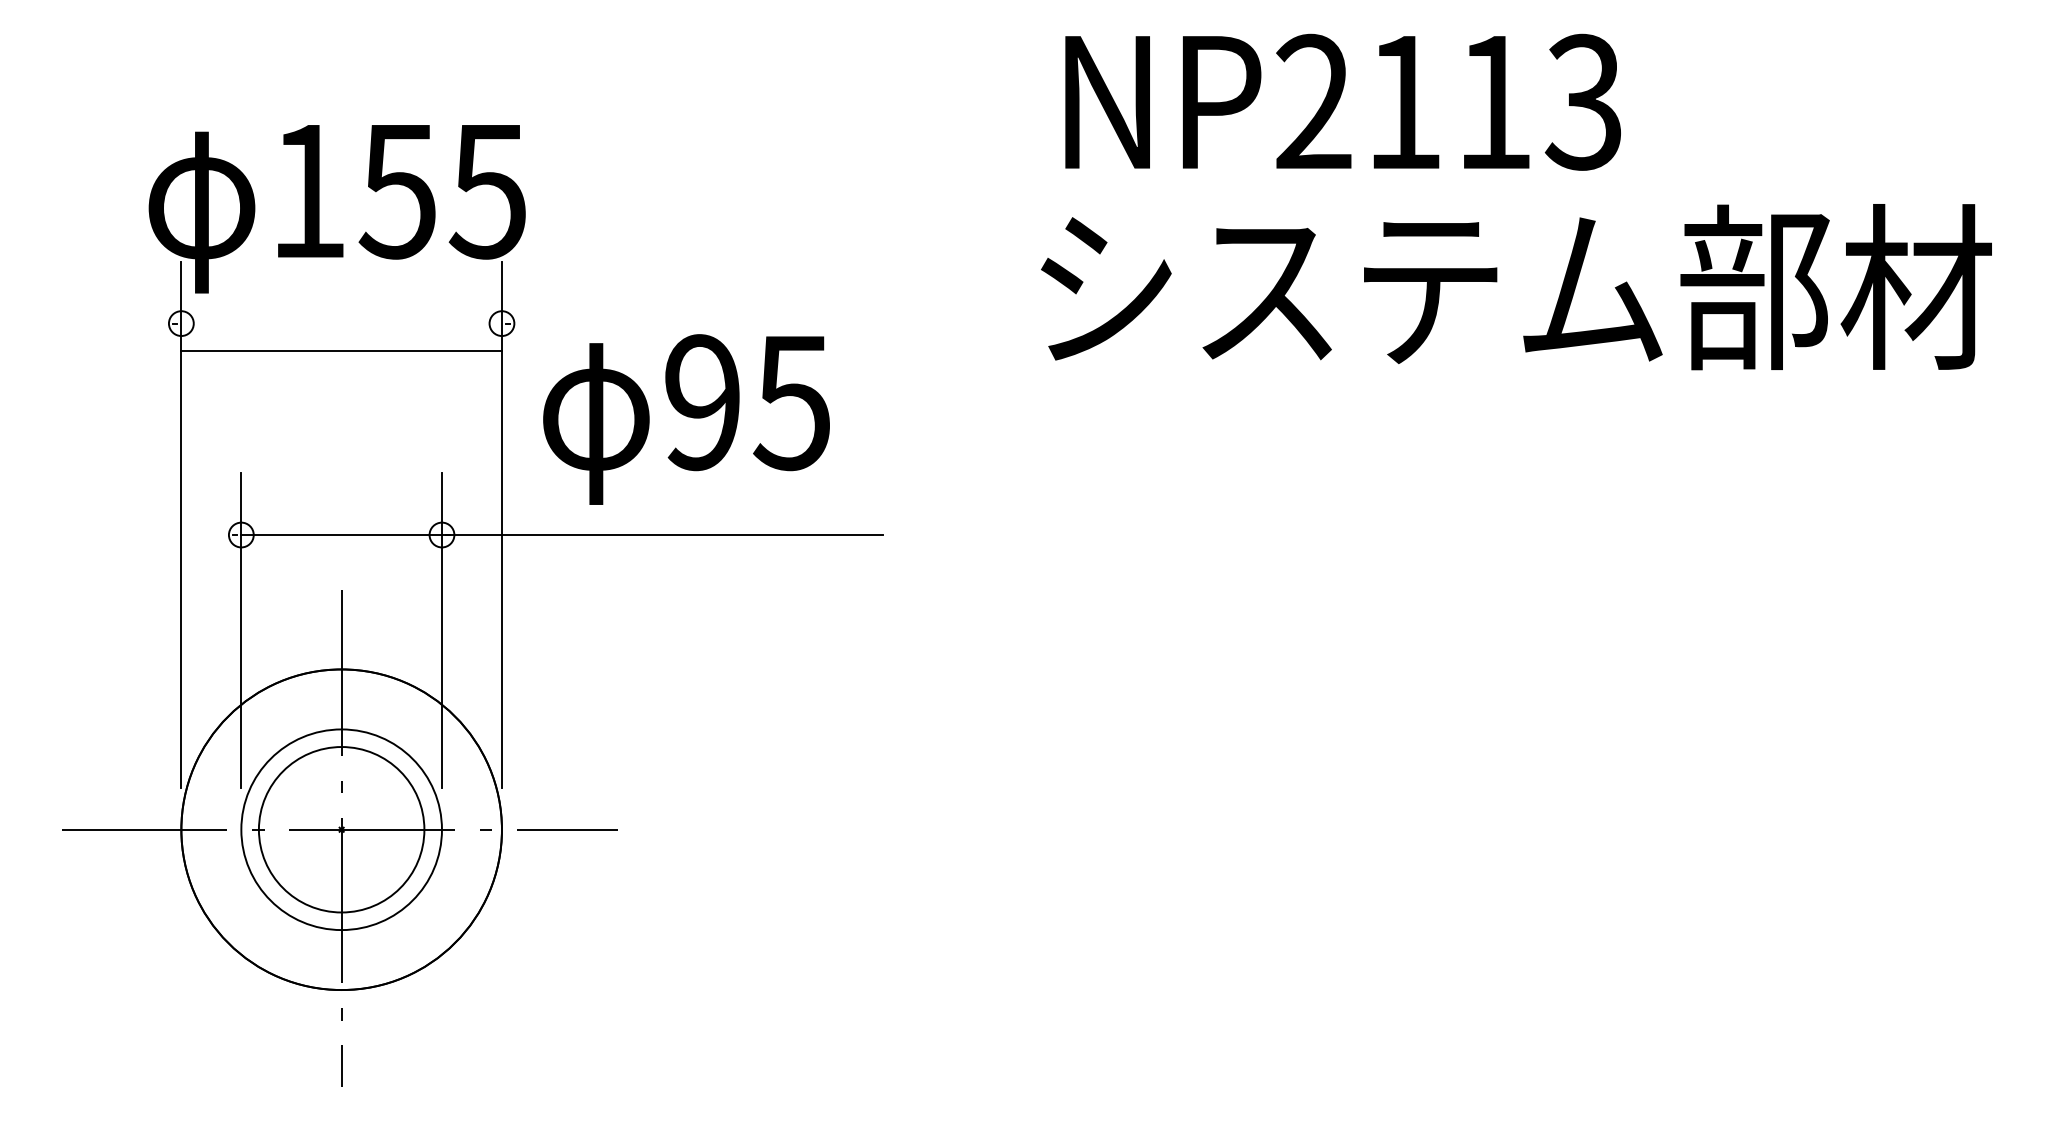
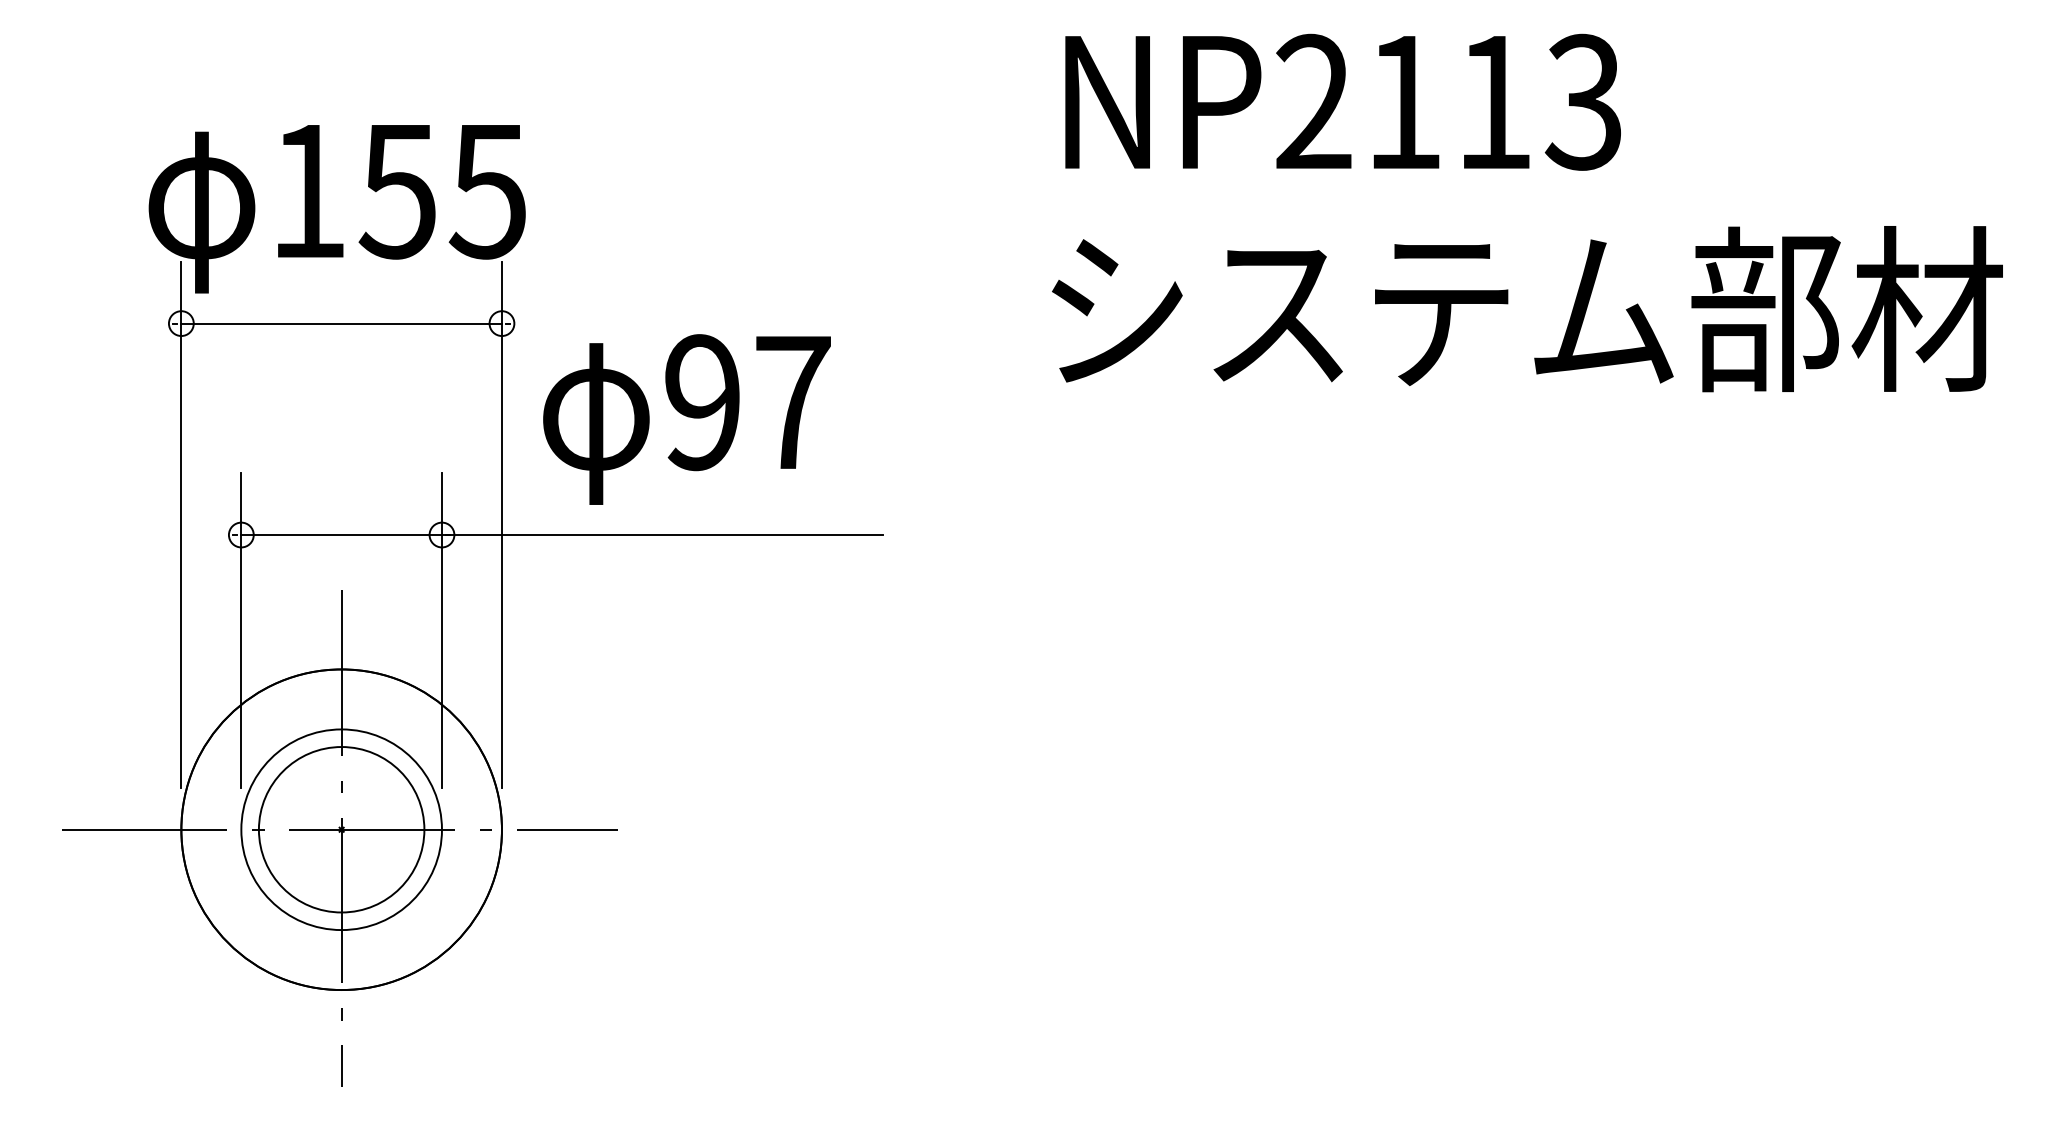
text at (1516, 287) position: (1516, 287) -> (1527, 309)
line at (341, 350) position: (341, 350) -> (341, 323)
text at (791, 403): 95 -> 97
